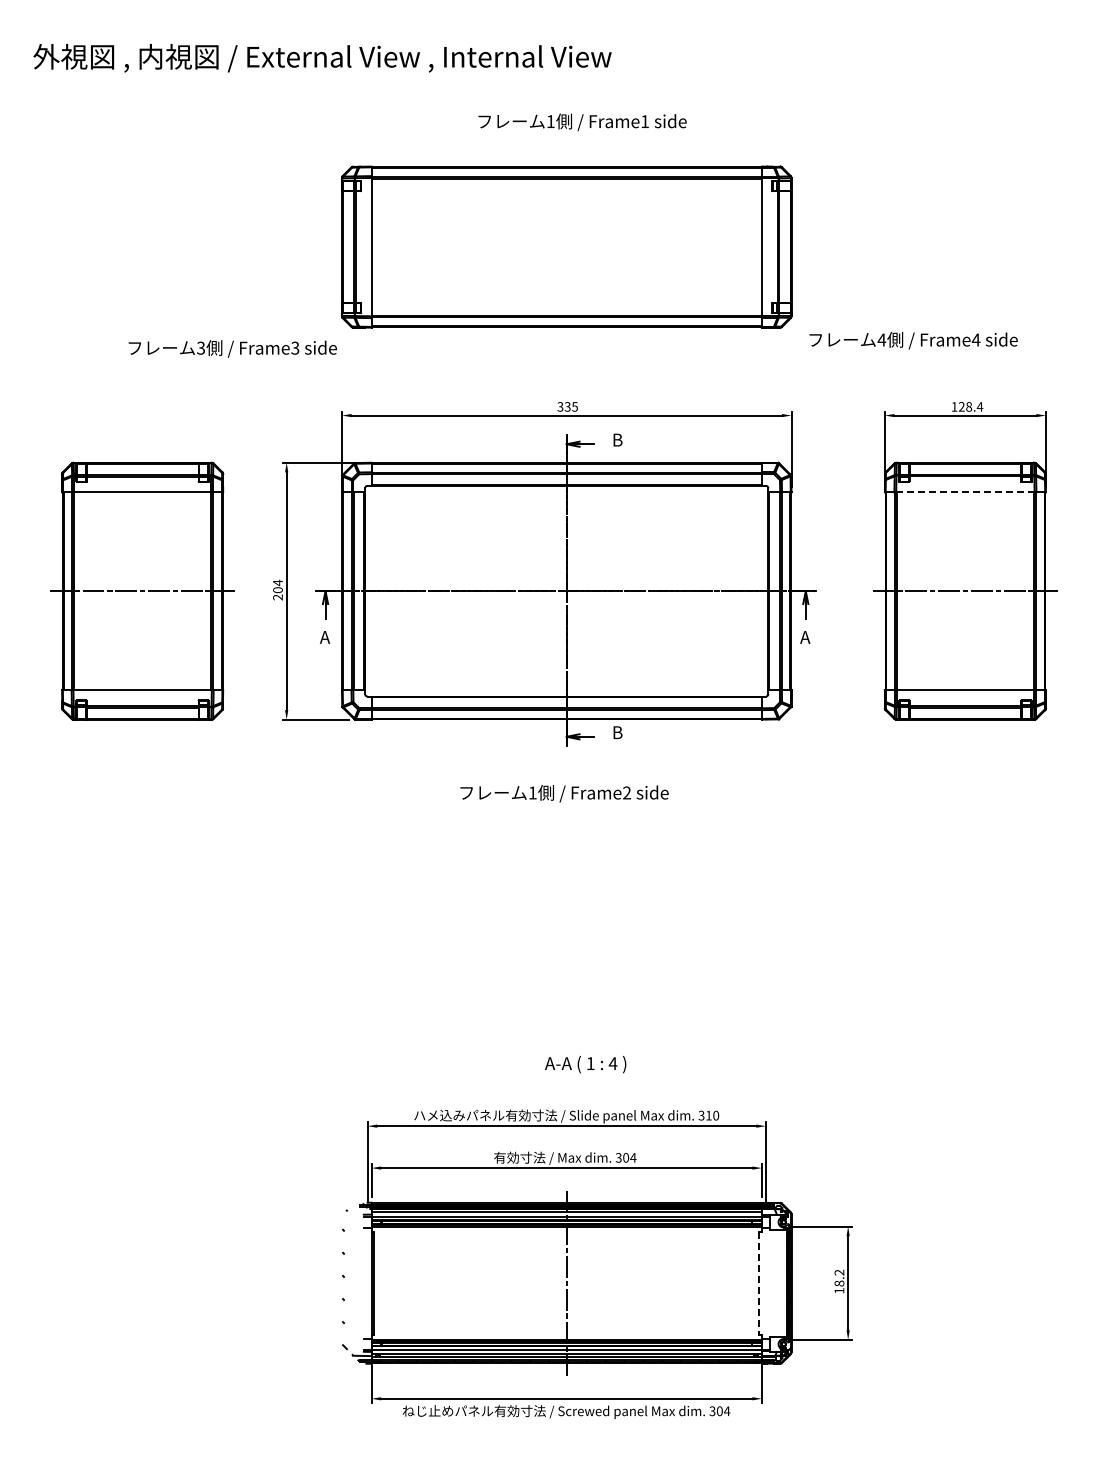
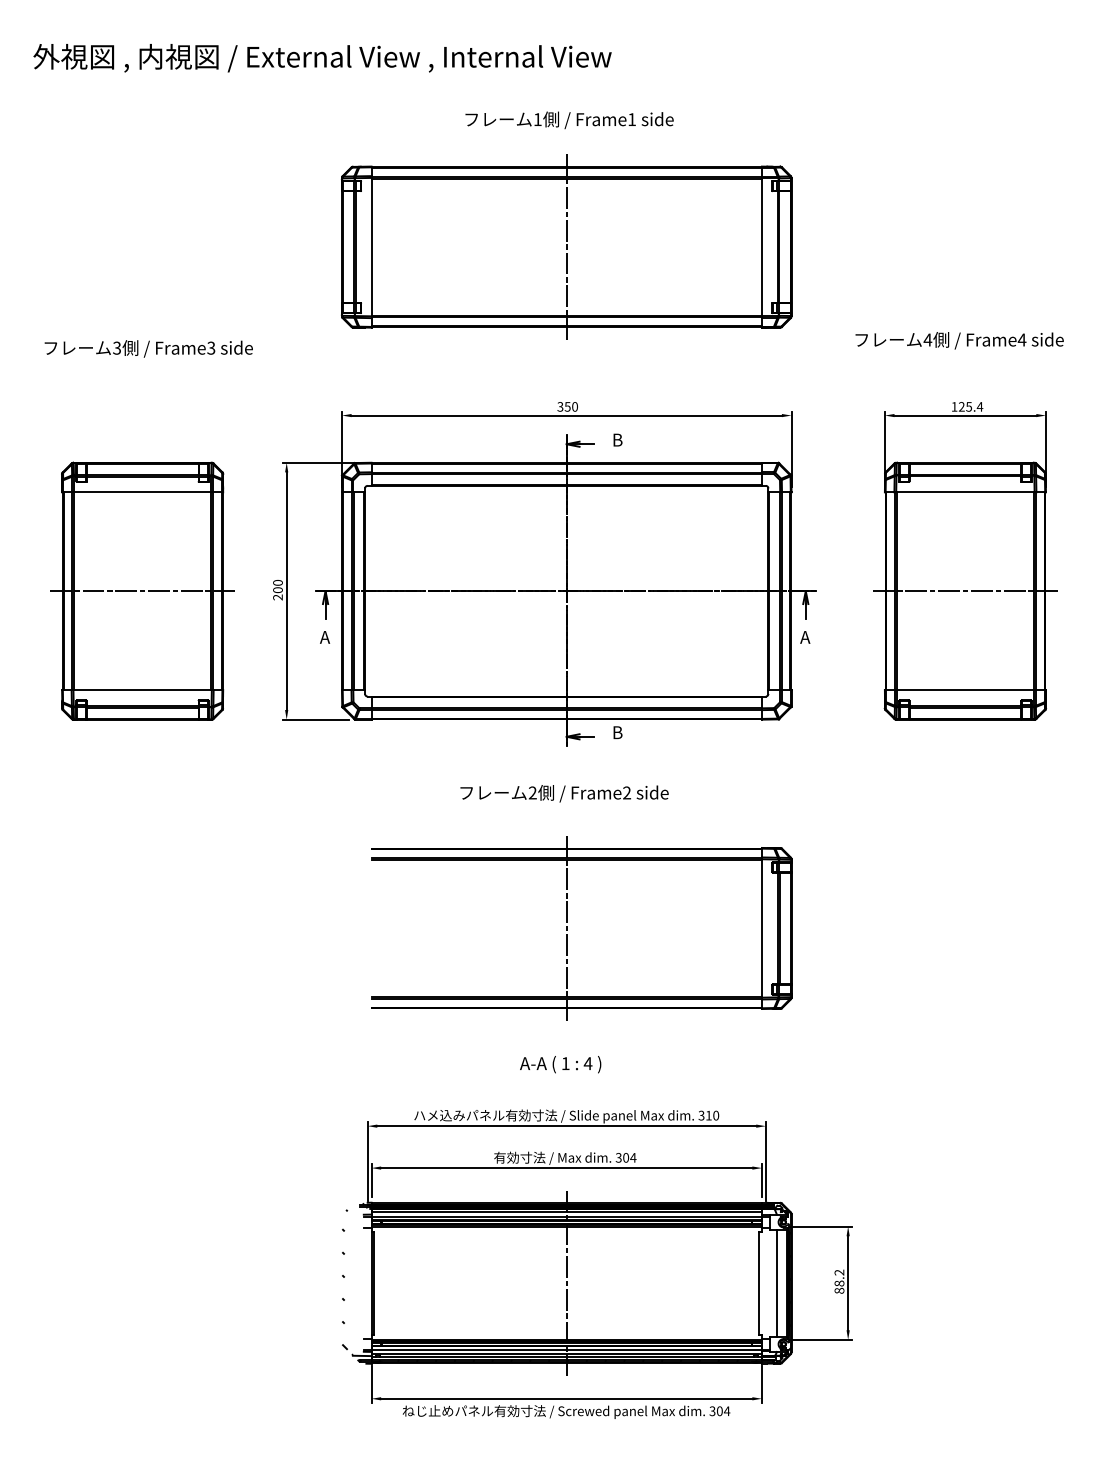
text at (582, 122) position: (582, 122) -> (569, 120)
line at (566, 246): none -> present
text at (913, 340) position: (913, 340) -> (959, 340)
text at (232, 348) position: (232, 348) -> (148, 348)
text at (571, 406): 335 -> 350
text at (969, 406): 128.4 -> 125.4
line at (965, 492): dashed -> solid
text at (277, 582): 204 -> 200
text at (532, 792): 1 -> 2
part at (567, 928): none -> present
text at (585, 1064) position: (585, 1064) -> (560, 1064)
line at (777, 1282): none -> present
line at (759, 1283): dashed -> solid
text at (839, 1290): 18.2 -> 88.2
